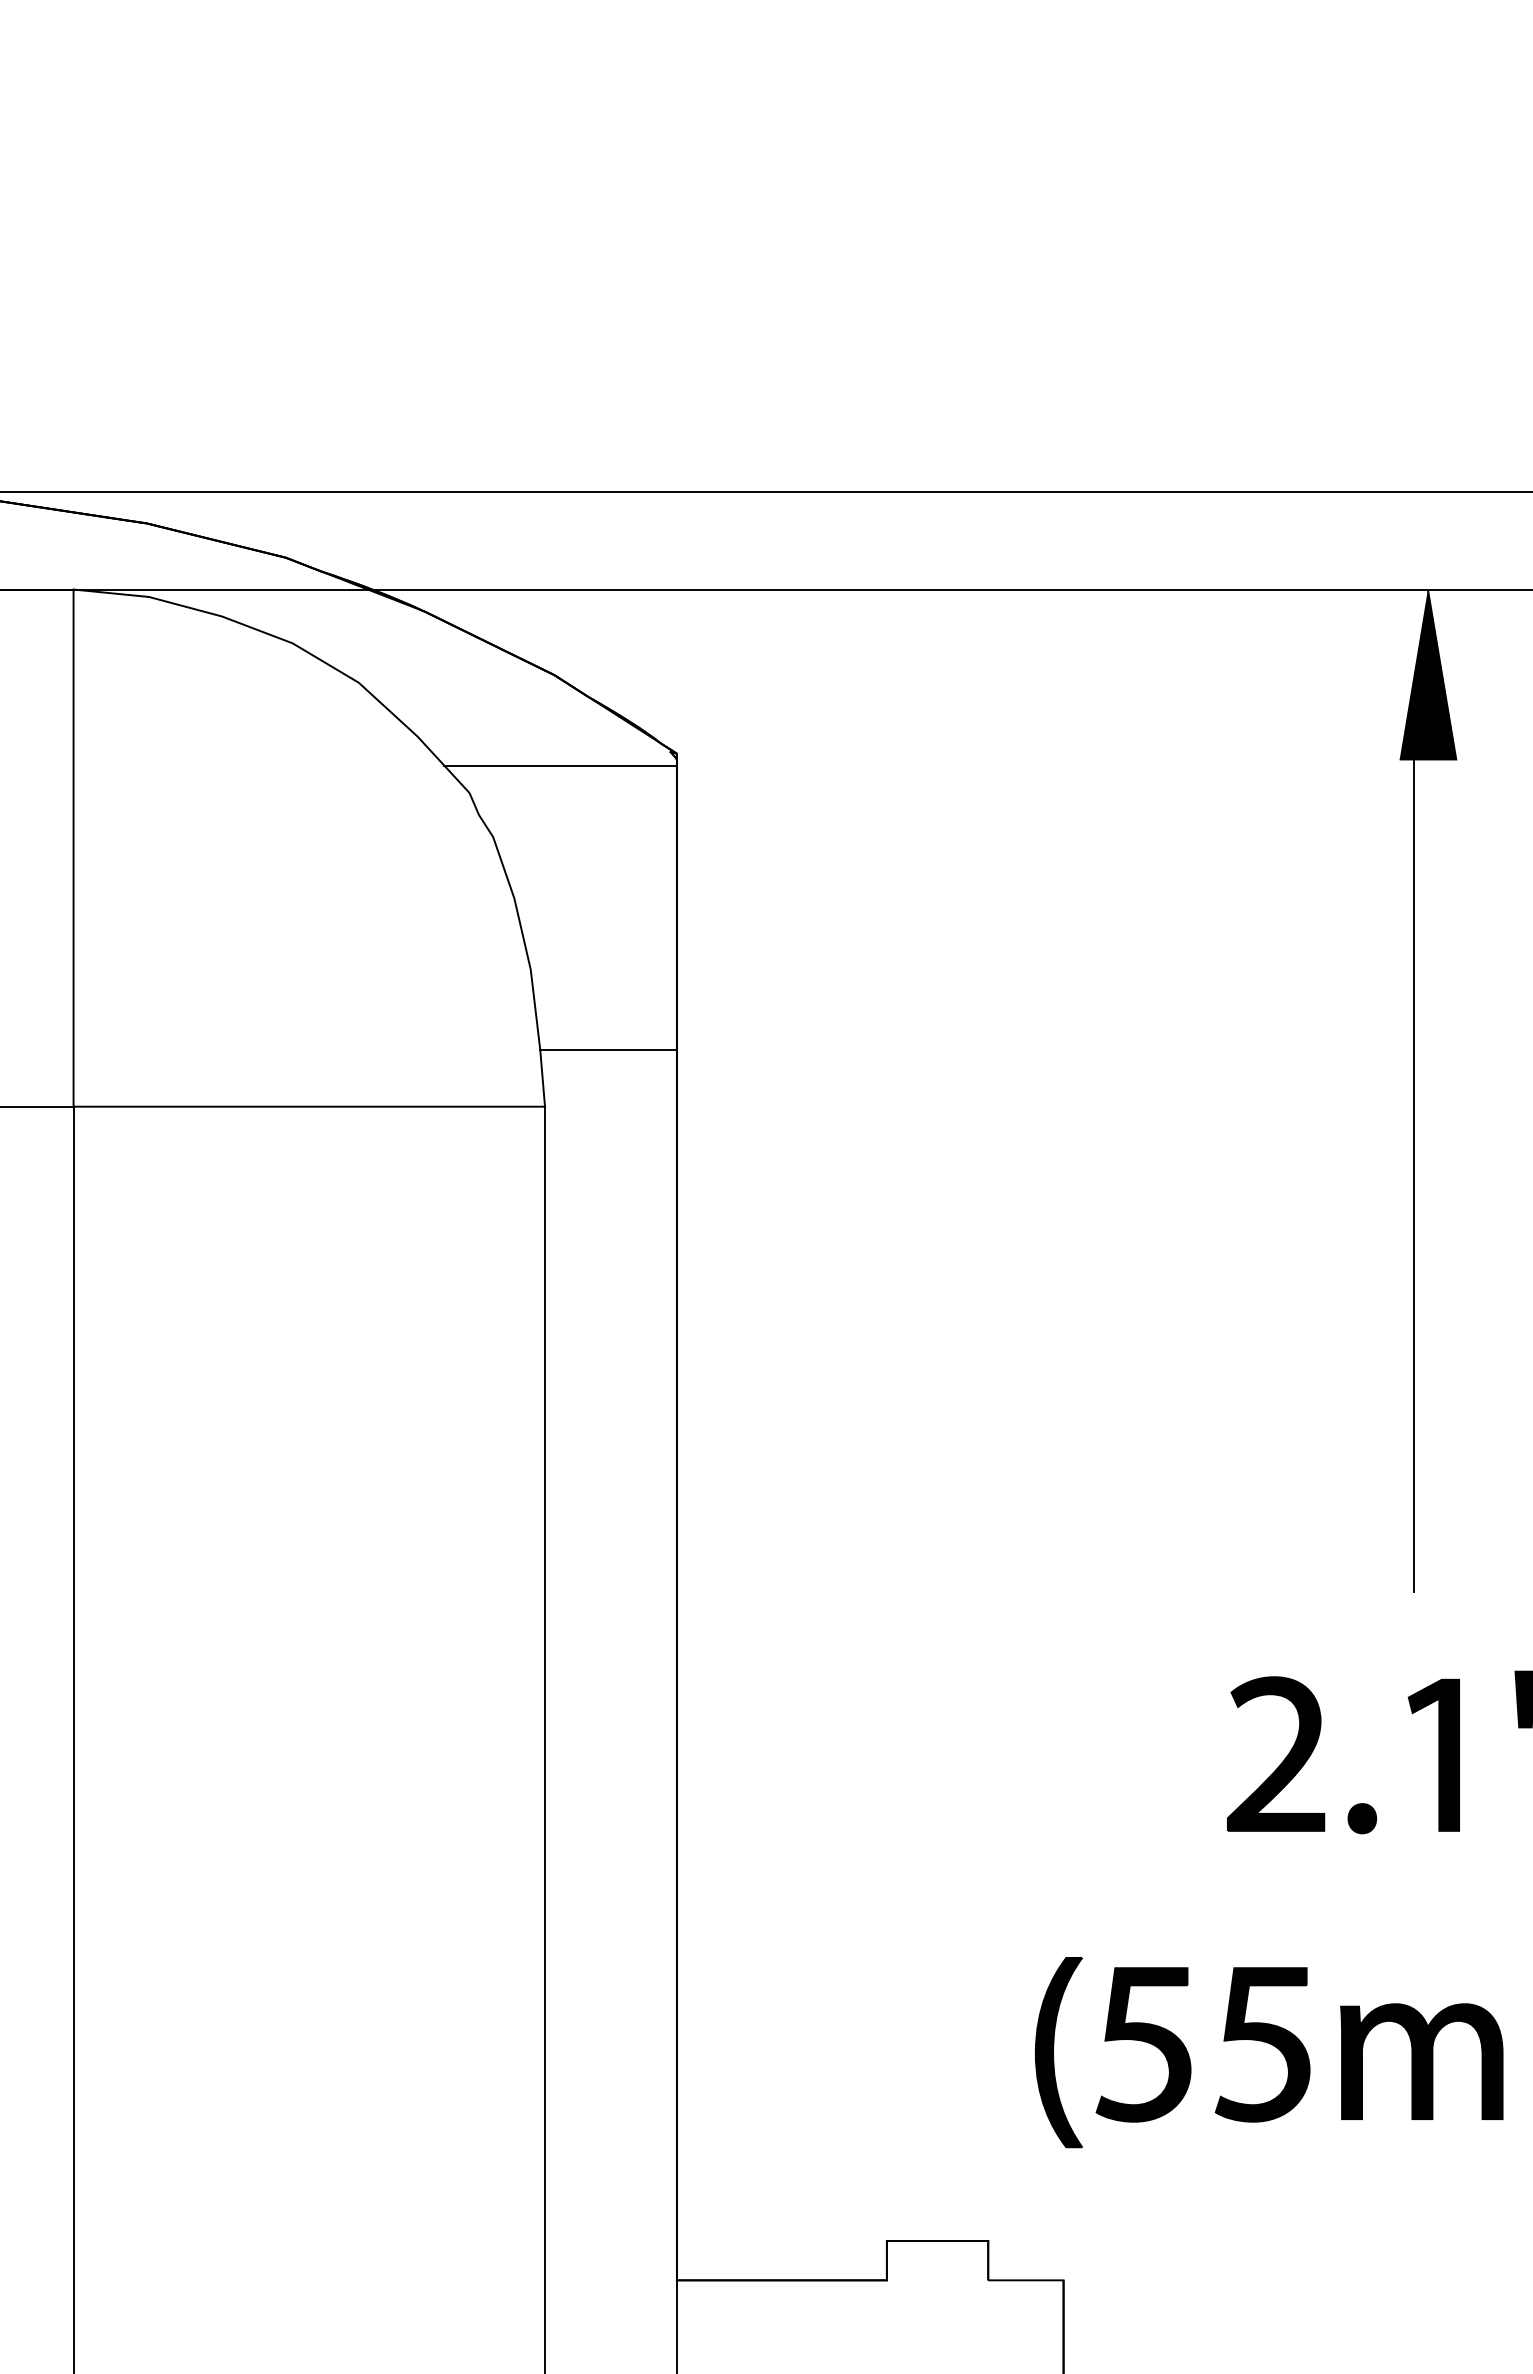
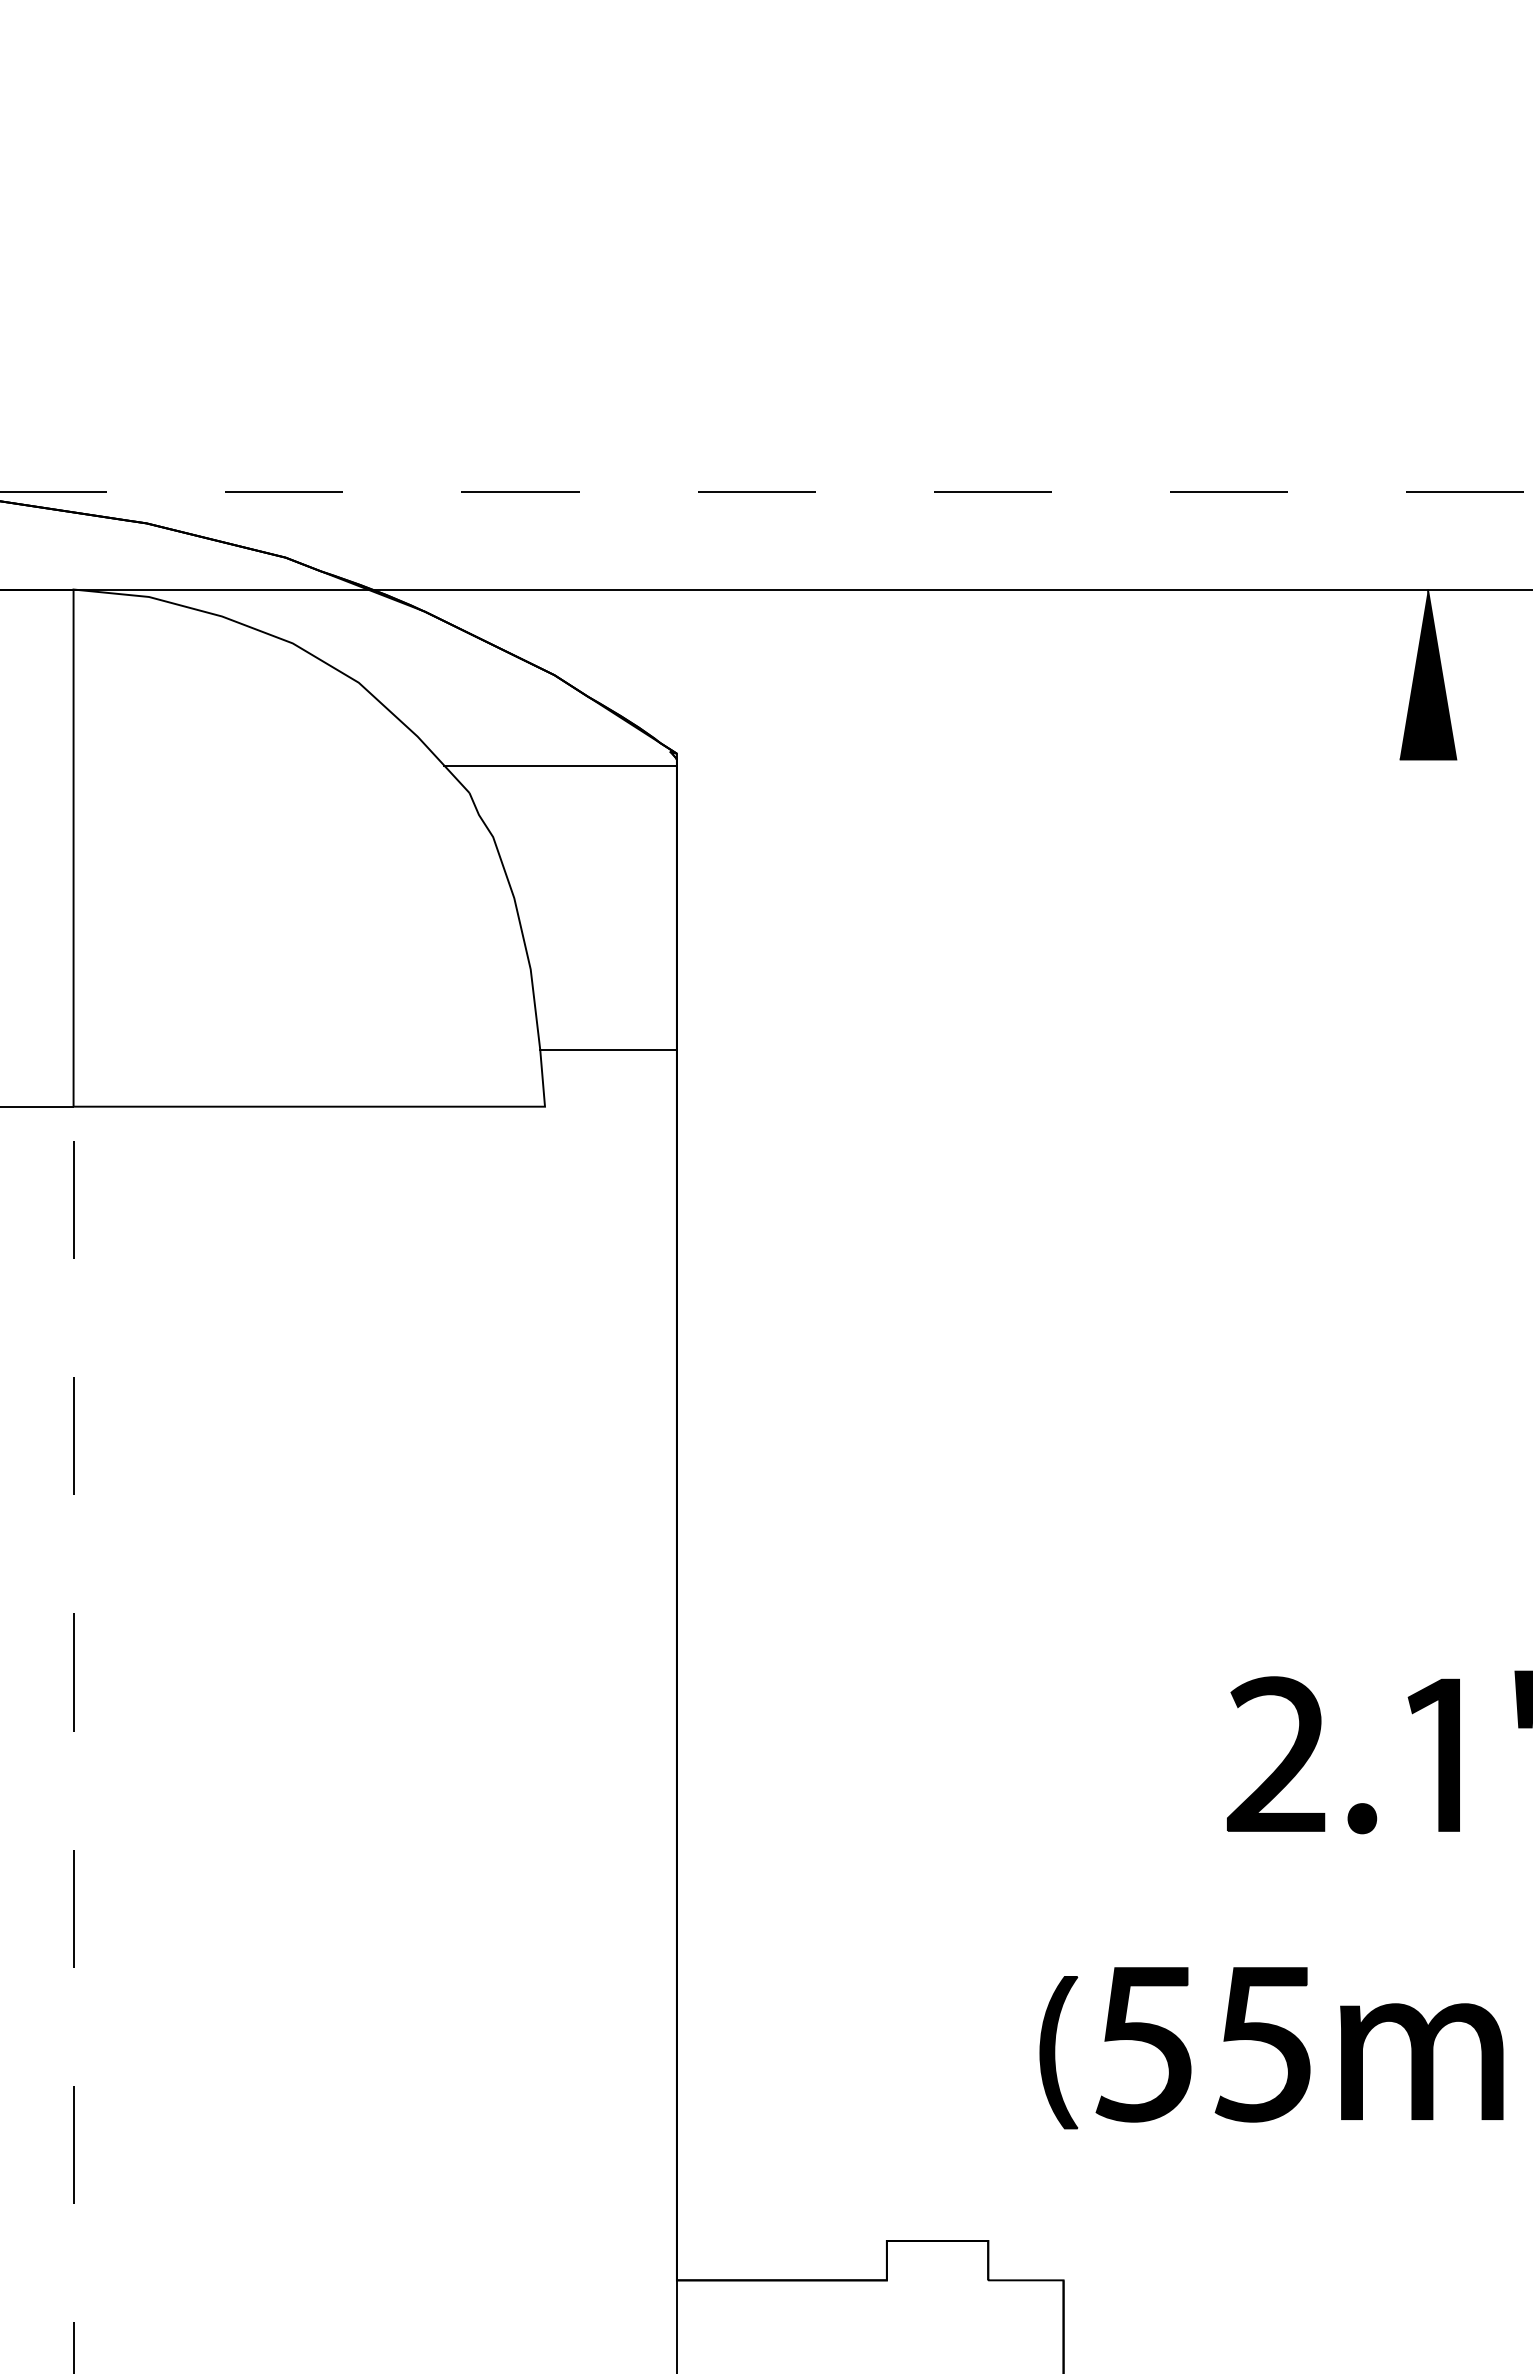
line at (766, 491): solid -> dashed
line at (1414, 1139): present -> none
line at (545, 1738): present -> none
line at (73, 1739): solid -> dashed
part at (1058, 2052) size: 48x192 px -> 40x154 px
